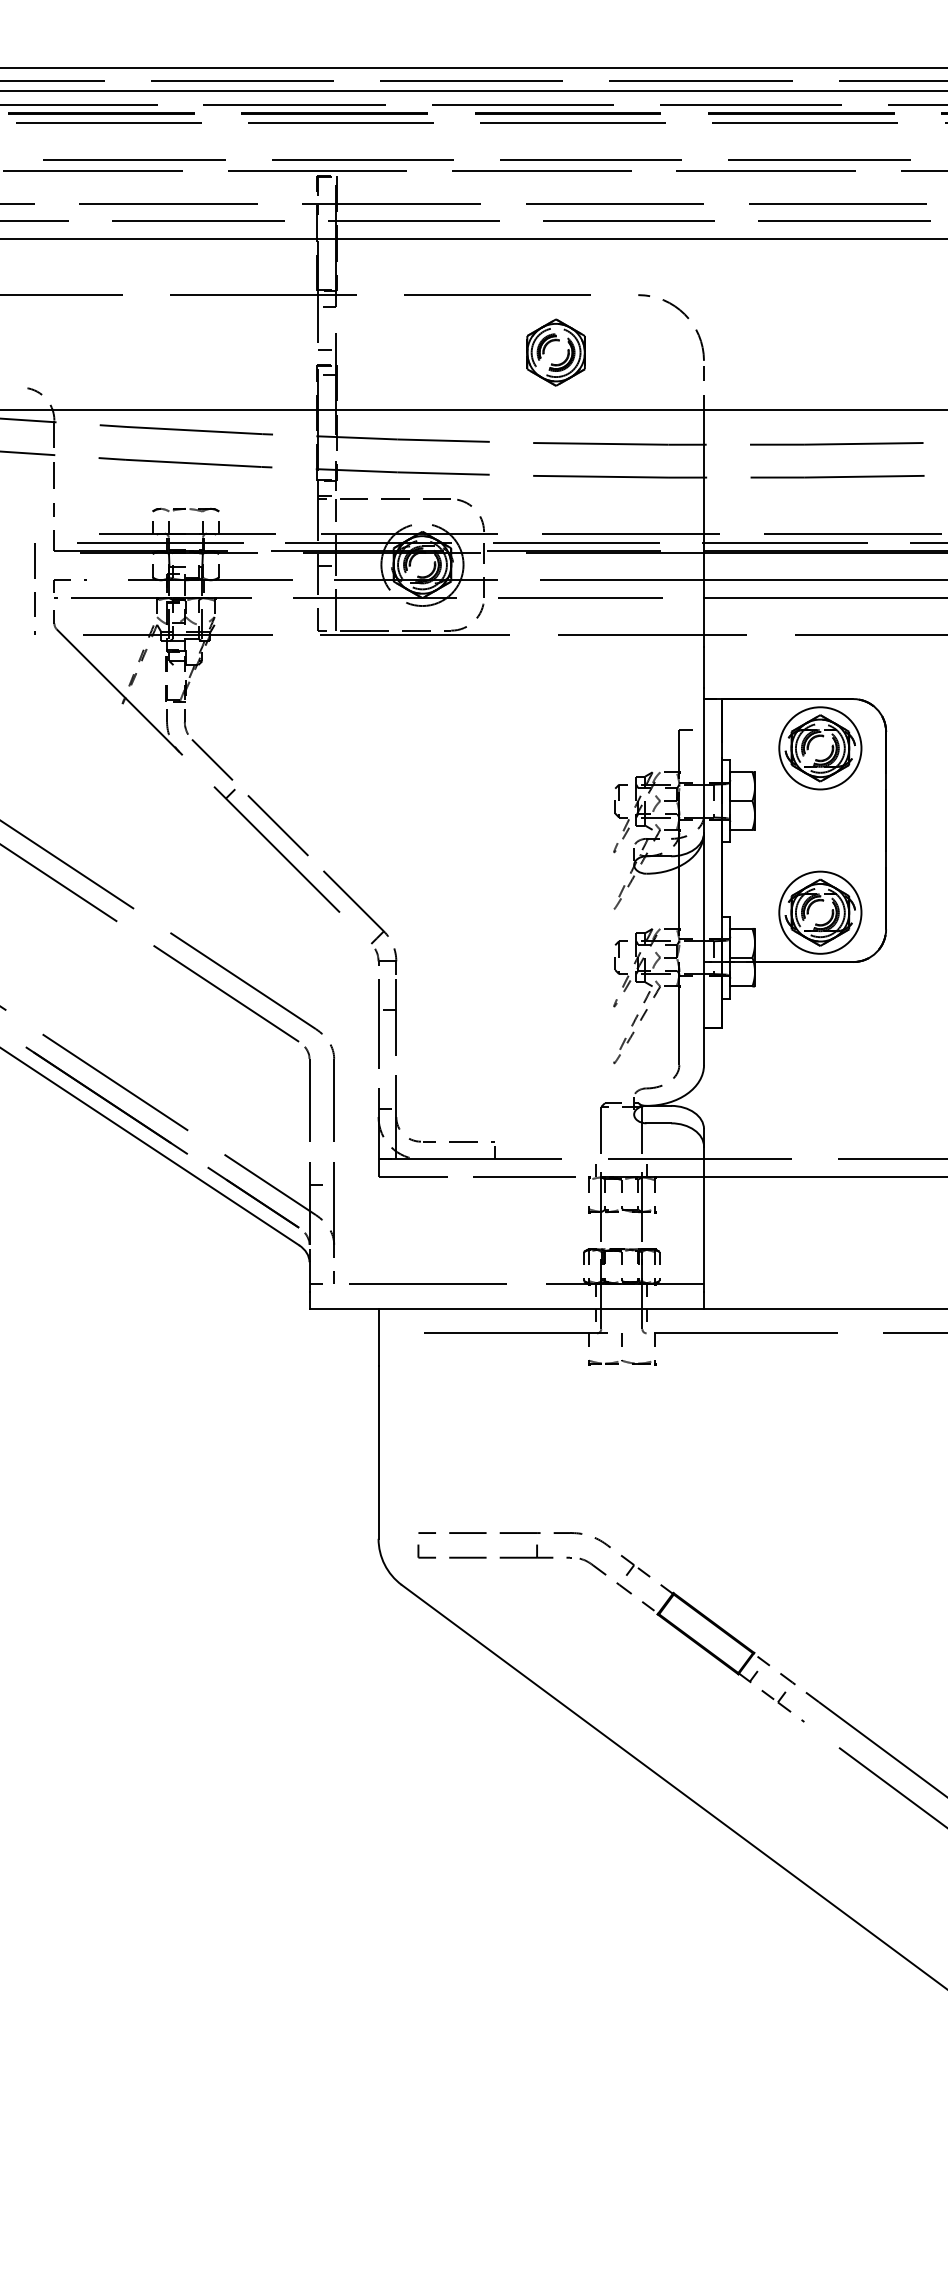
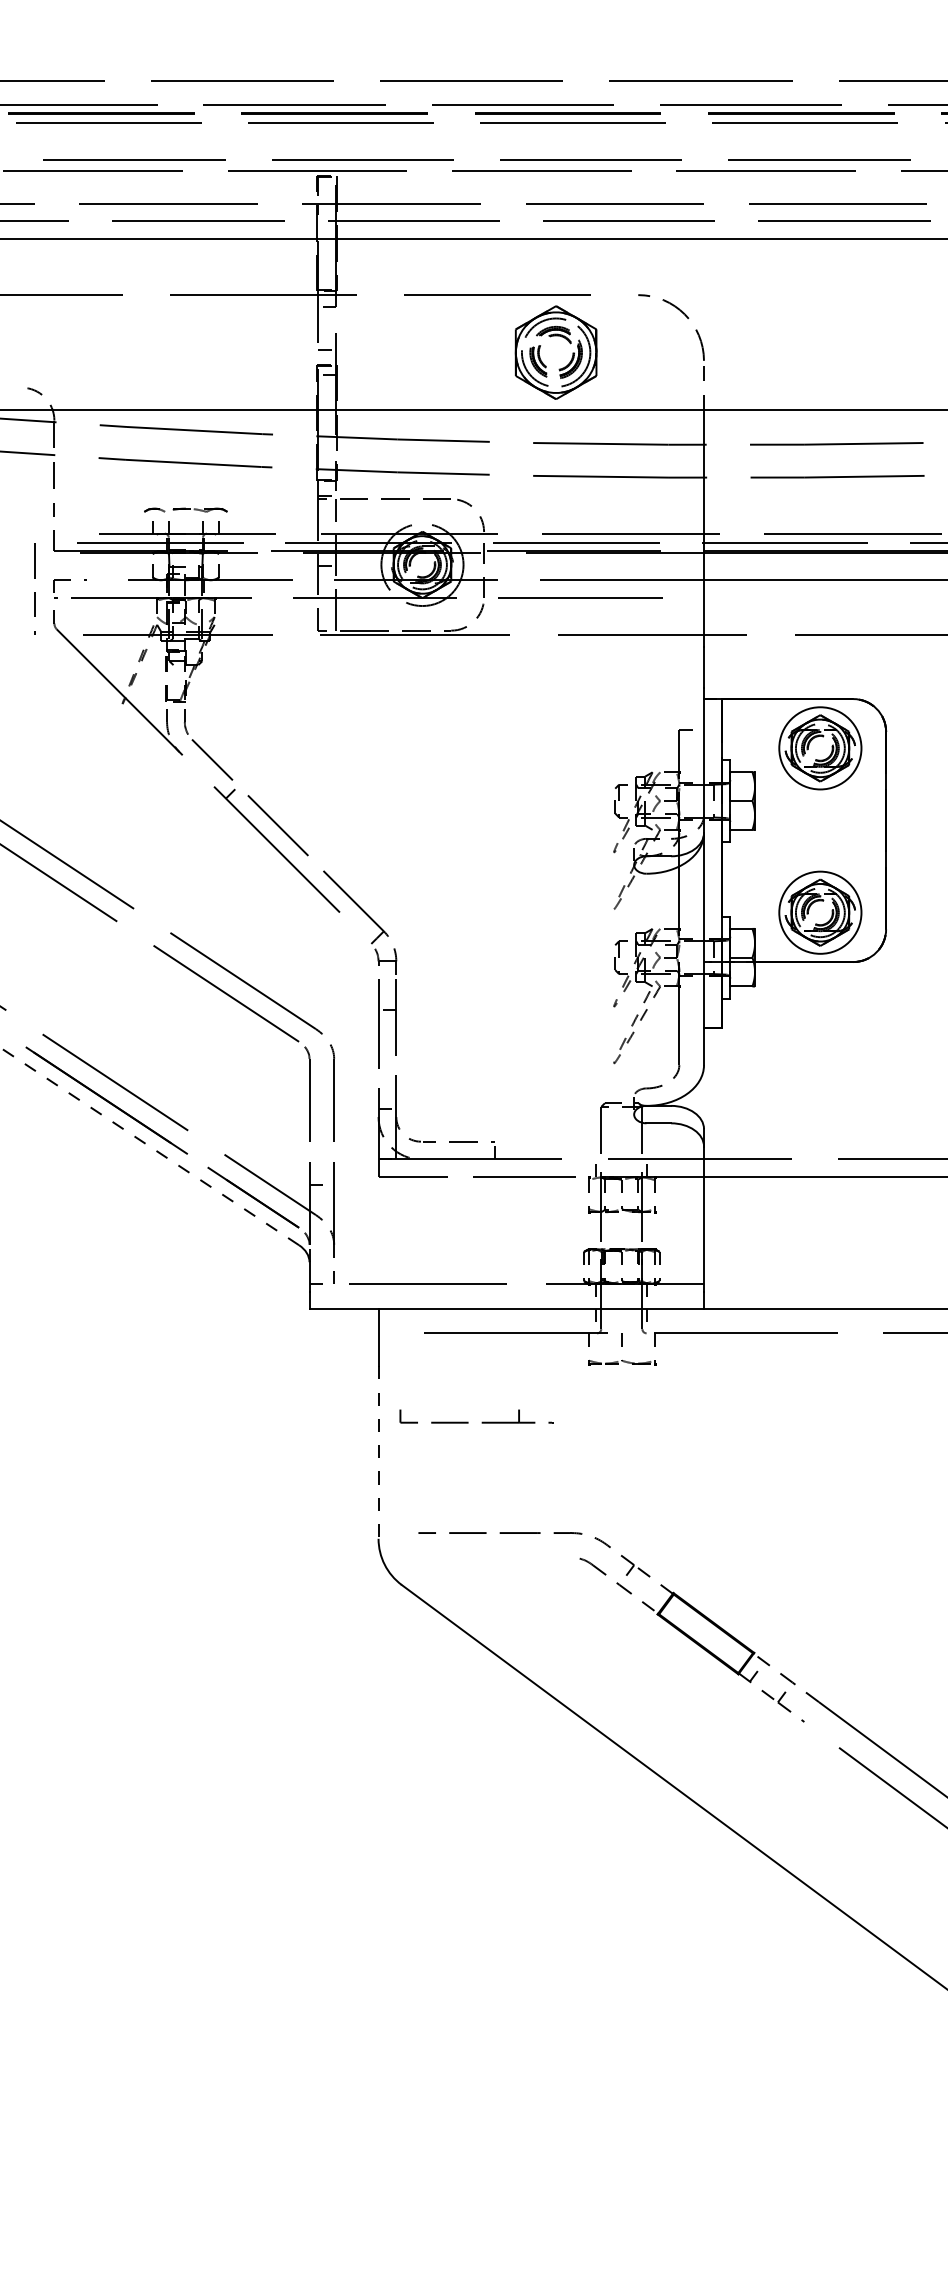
line at (473, 68): present -> none
line at (473, 91): present -> none
part at (555, 352) size: 60x69 px -> 84x95 px
part at (185, 509) size: 68x6 px -> 84x6 px
line at (824, 598): present -> none
line at (149, 1146): solid -> dashed
line at (378, 1453): solid -> dashed
part at (500, 1556) position: (500, 1556) -> (482, 1421)
